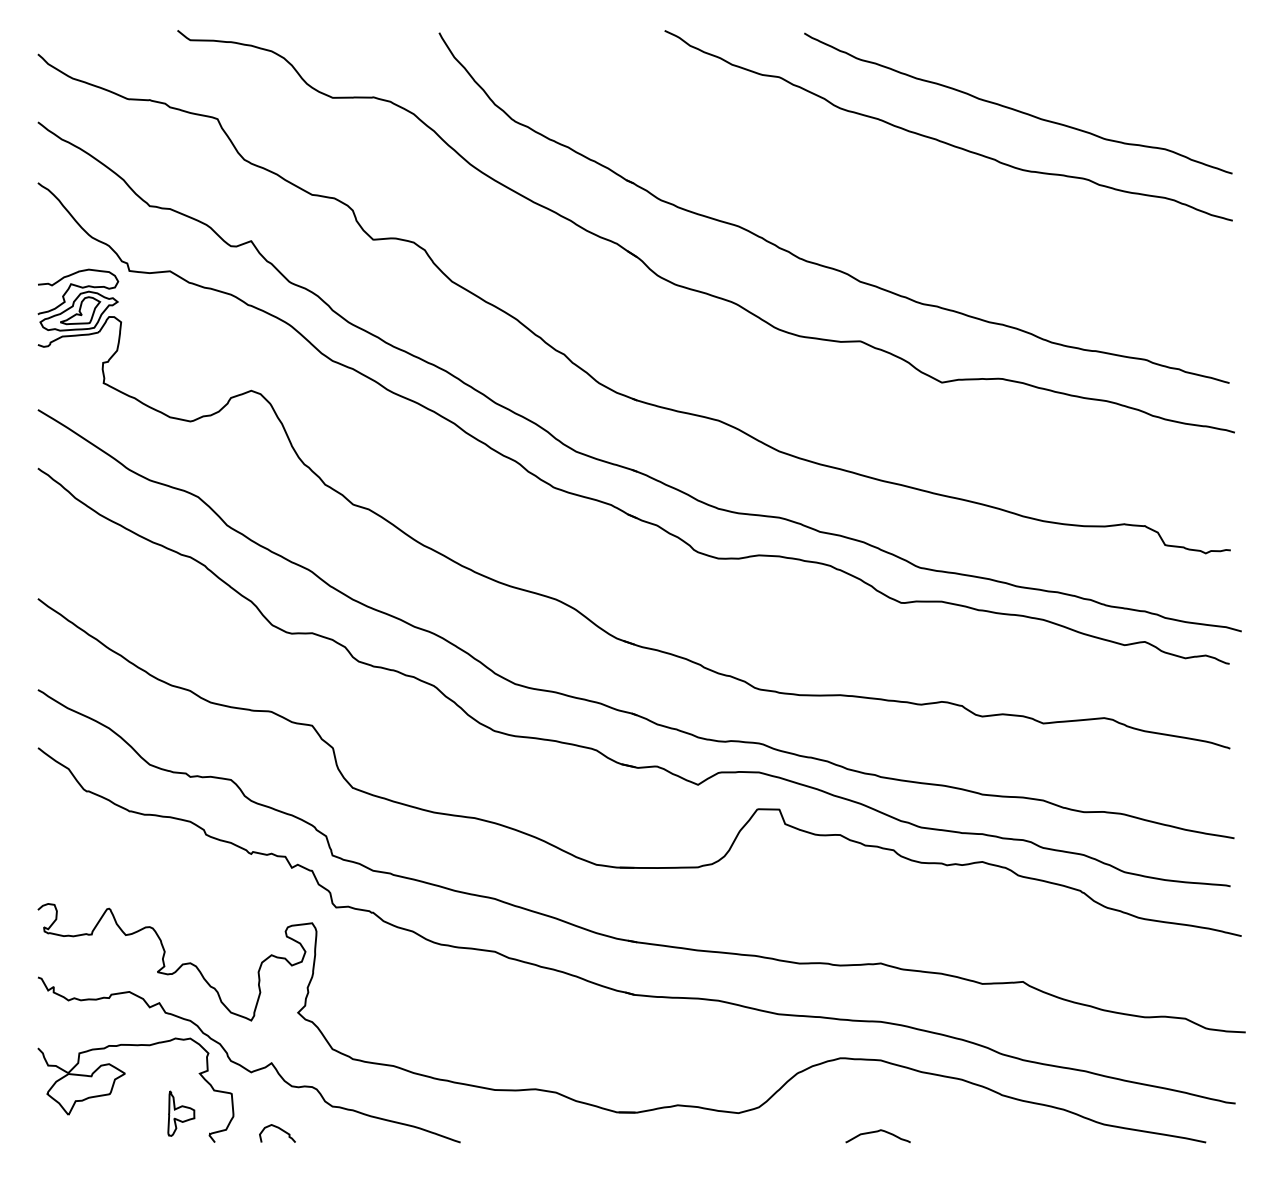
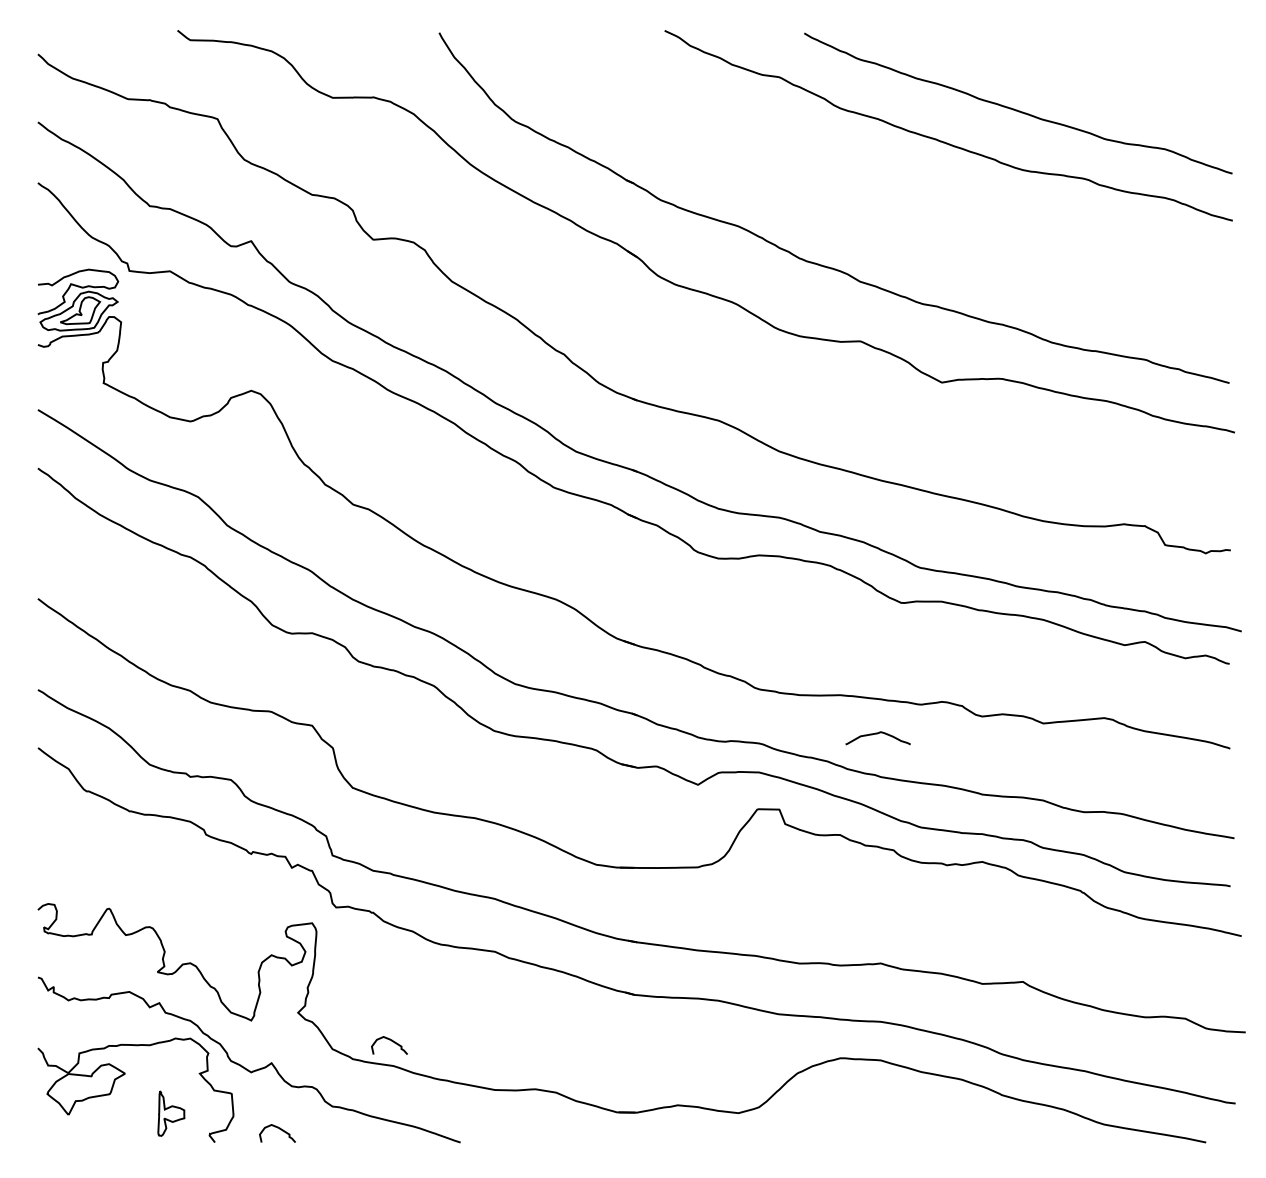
curve at (392, 1042): none -> present
part at (181, 1113) position: (181, 1113) -> (171, 1113)
curve at (877, 1132) position: (877, 1132) -> (877, 734)
